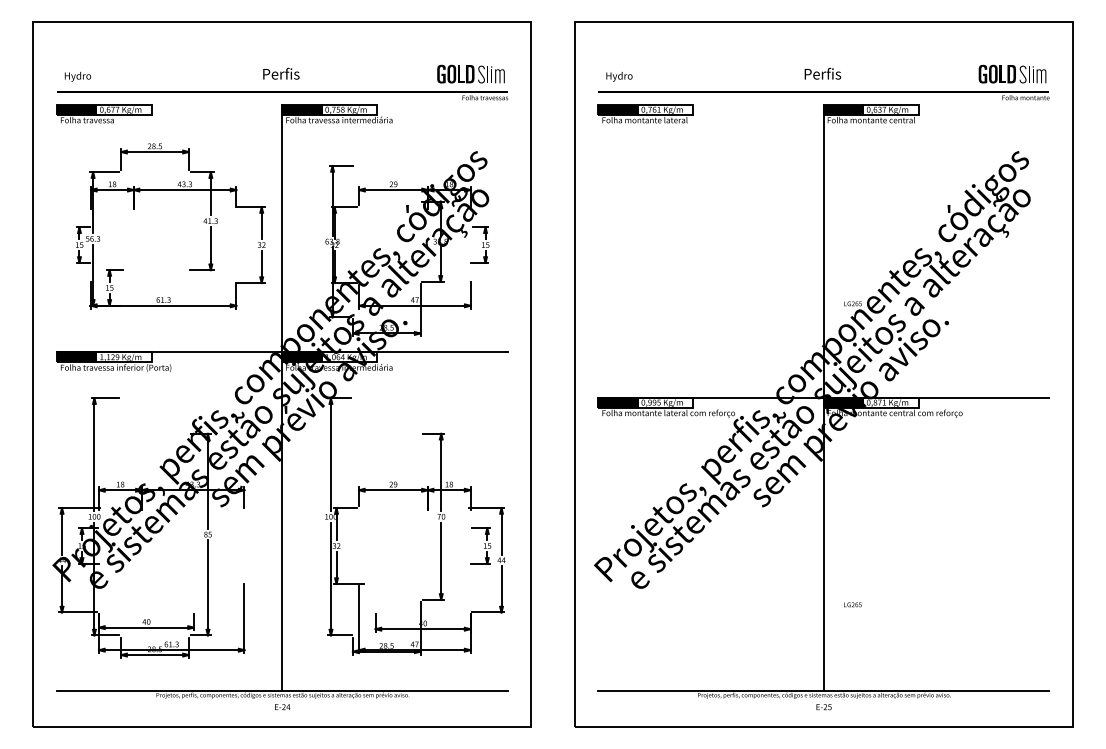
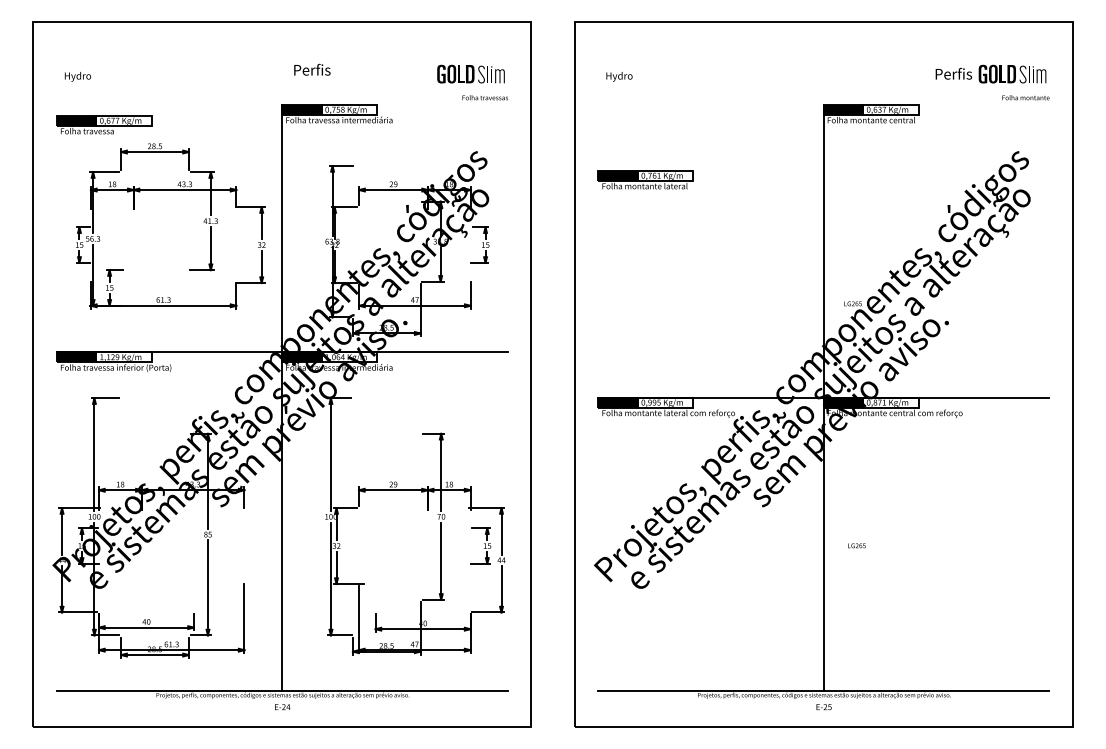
text at (281, 73) position: (281, 73) -> (312, 69)
text at (822, 73) position: (822, 73) -> (953, 73)
fill at (281, 91): present -> none
fill at (823, 91): present -> none
part at (104, 113) position: (104, 113) -> (104, 124)
part at (645, 113) position: (645, 113) -> (645, 179)
text at (852, 604) position: (852, 604) -> (856, 545)
